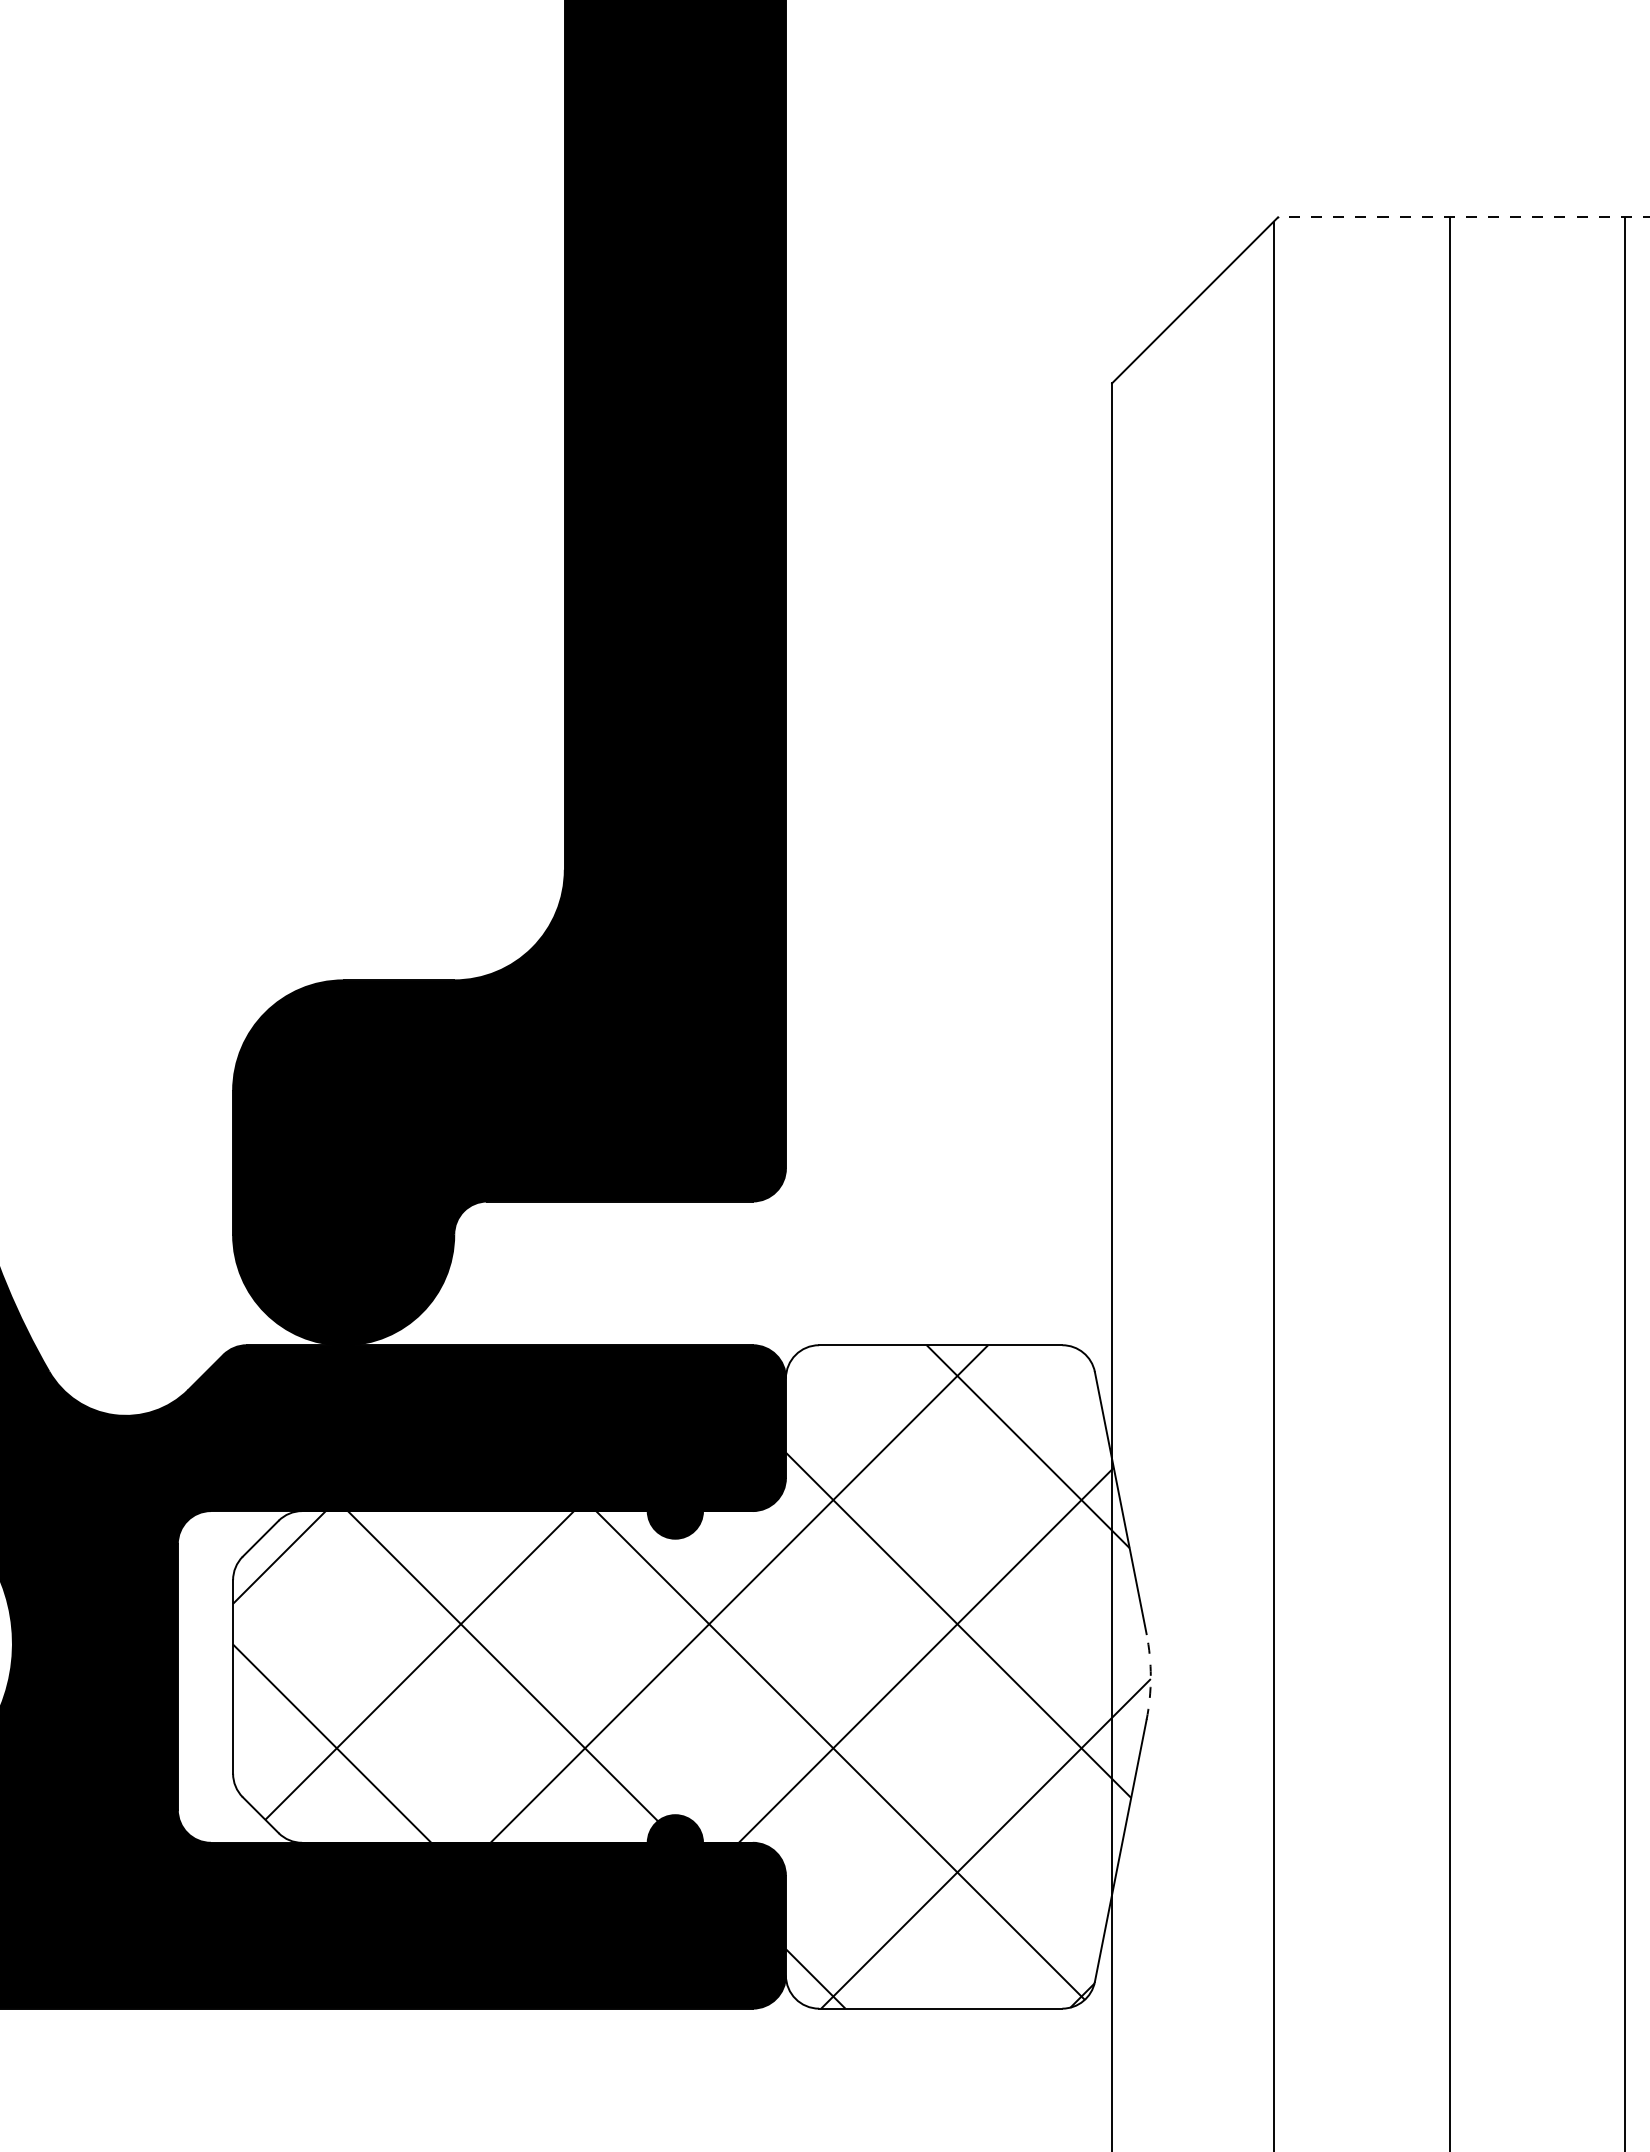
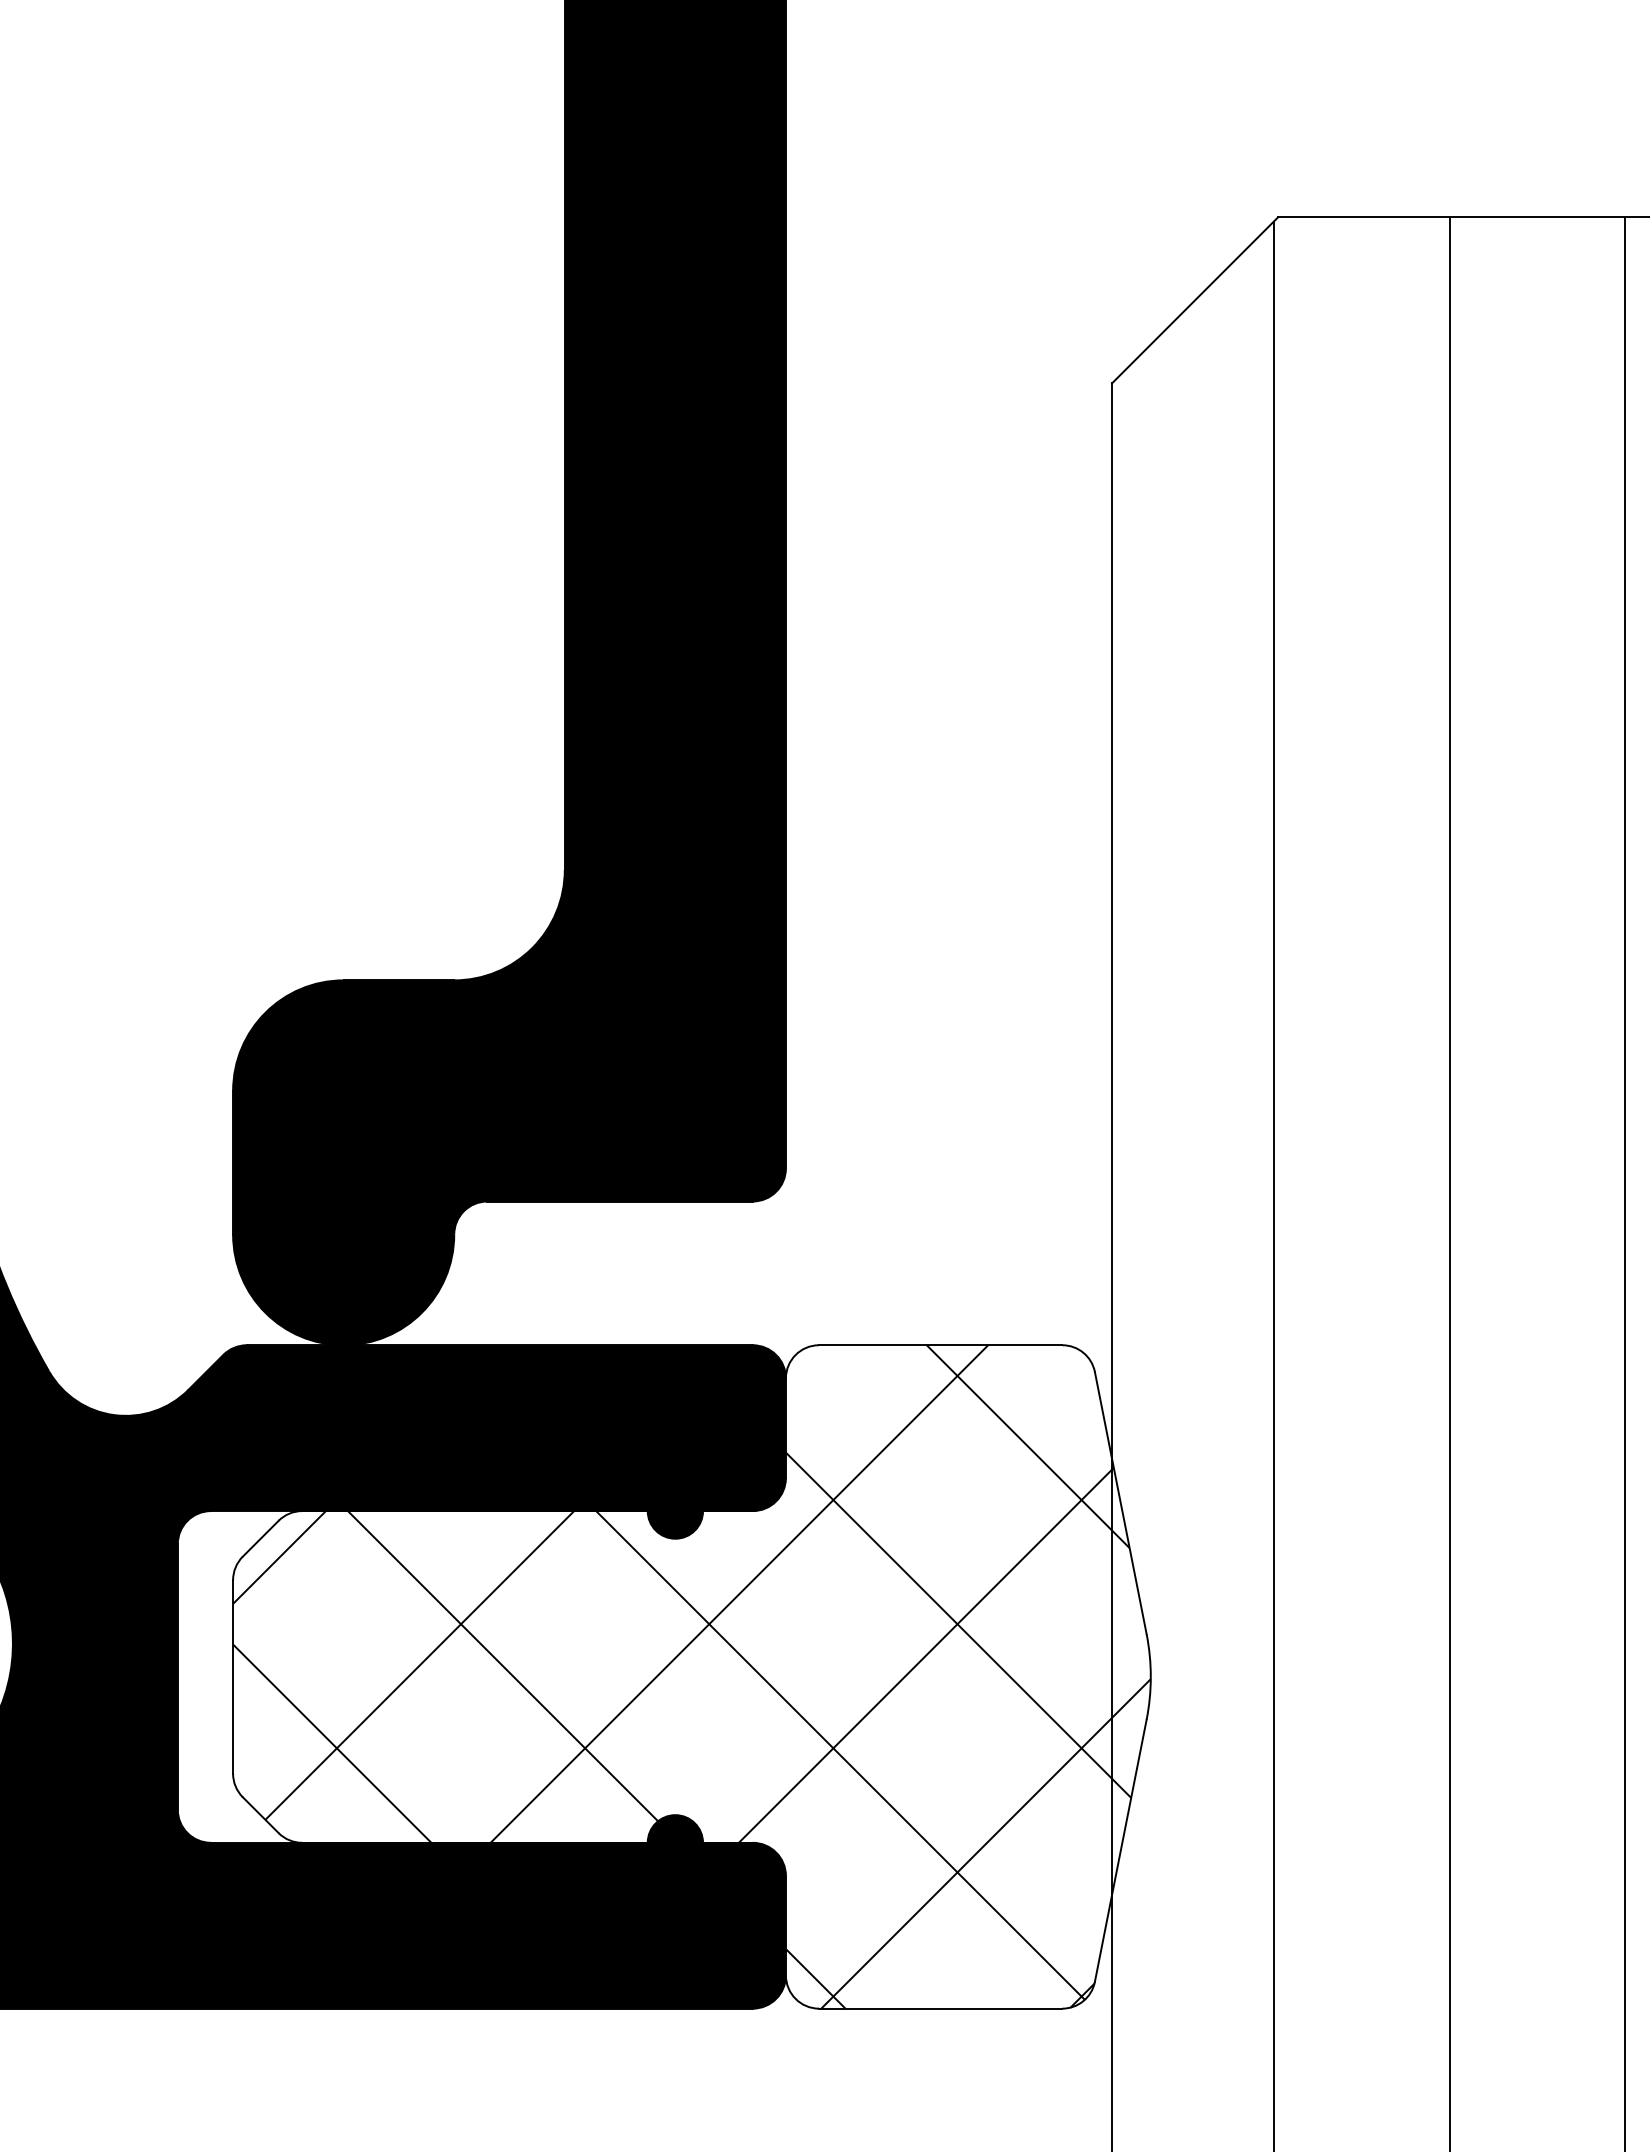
line at (1463, 217): dashed -> solid
arc at (1150, 1676): dashed -> solid
